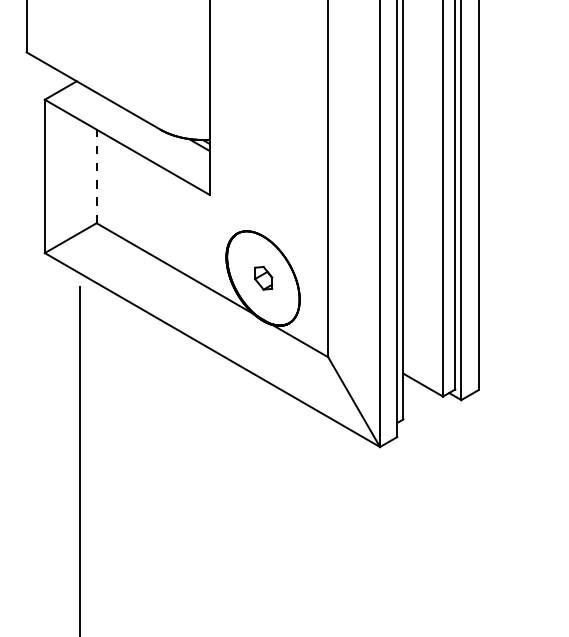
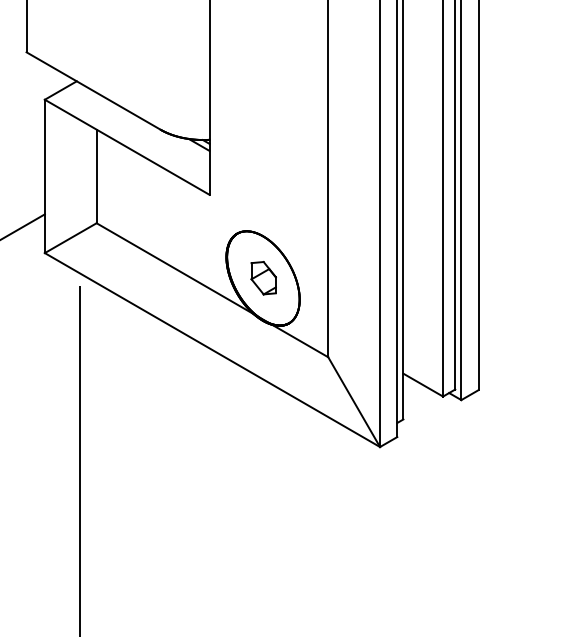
line at (96, 176): dashed -> solid
line at (23, 226): none -> present
part at (263, 277) size: 20x26 px -> 27x35 px
